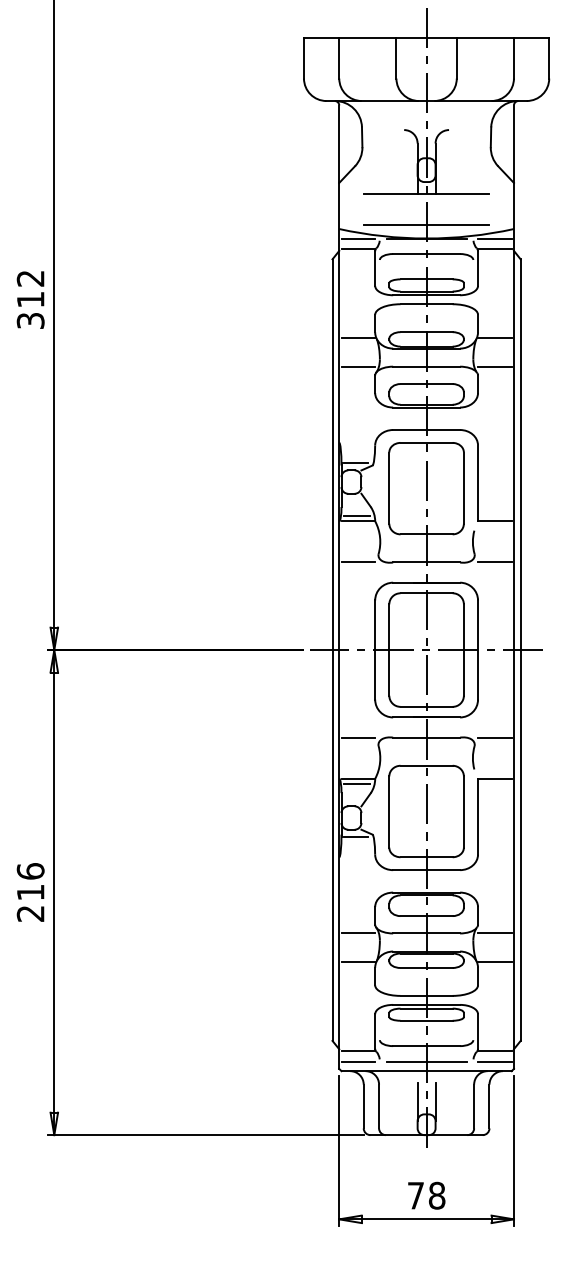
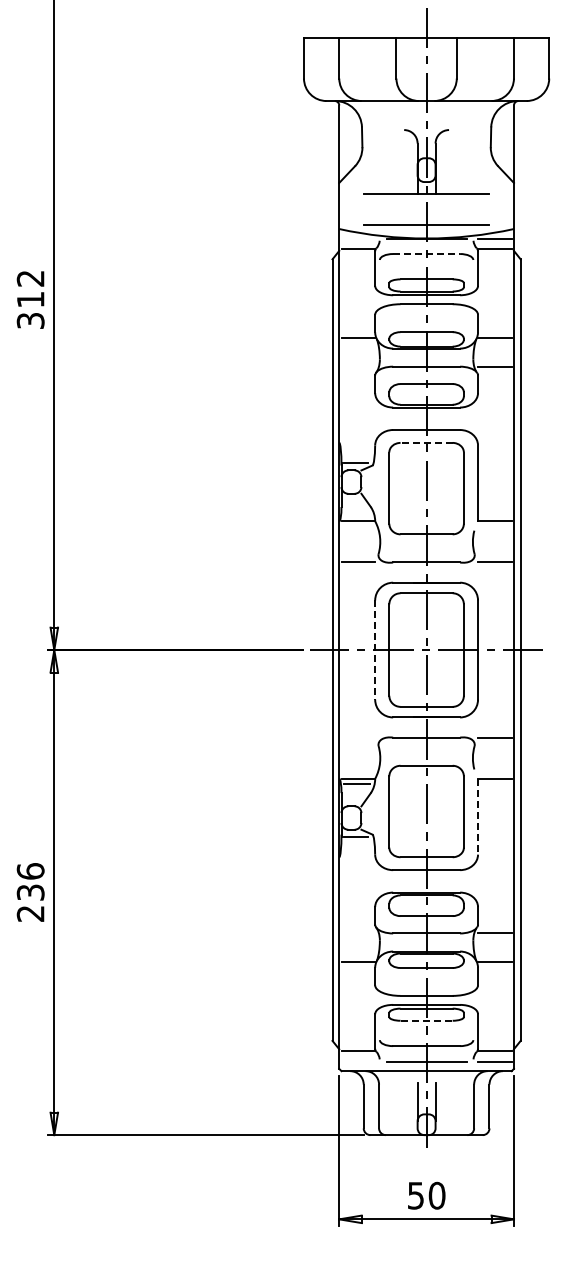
line at (358, 238): present -> none
line at (427, 254): solid -> dashed
line at (358, 367): present -> none
line at (426, 442): solid -> dashed
line at (356, 516): present -> none
line at (375, 650): solid -> dashed
line at (358, 737): present -> none
line at (478, 816): solid -> dashed
text at (30, 892): 216 -> 236
line at (358, 932): present -> none
line at (427, 1020): solid -> dashed
line at (358, 1061): present -> none
text at (426, 1195): 78 -> 50
